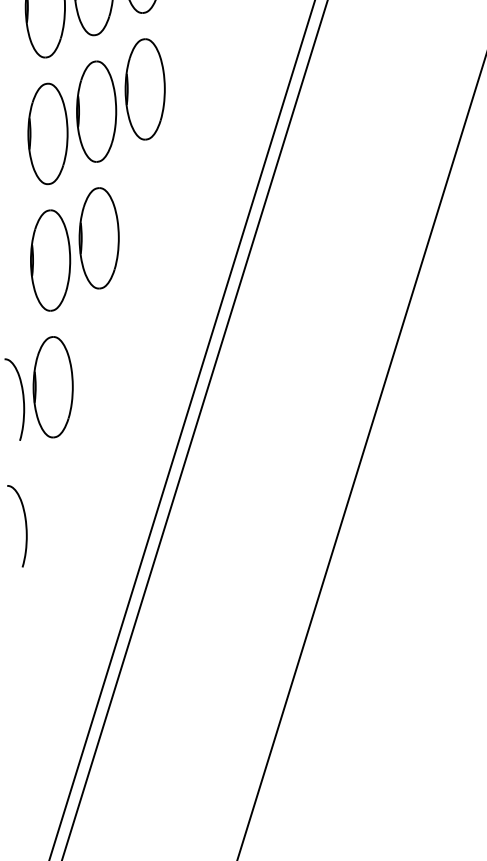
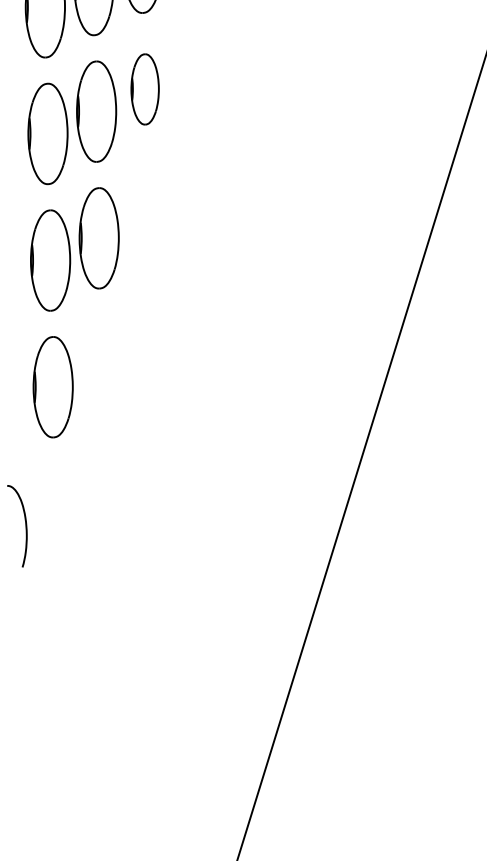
part at (144, 89) size: 42x103 px -> 30x73 px
curve at (22, 399): present -> none
line at (182, 429): present -> none
line at (194, 429): present -> none
